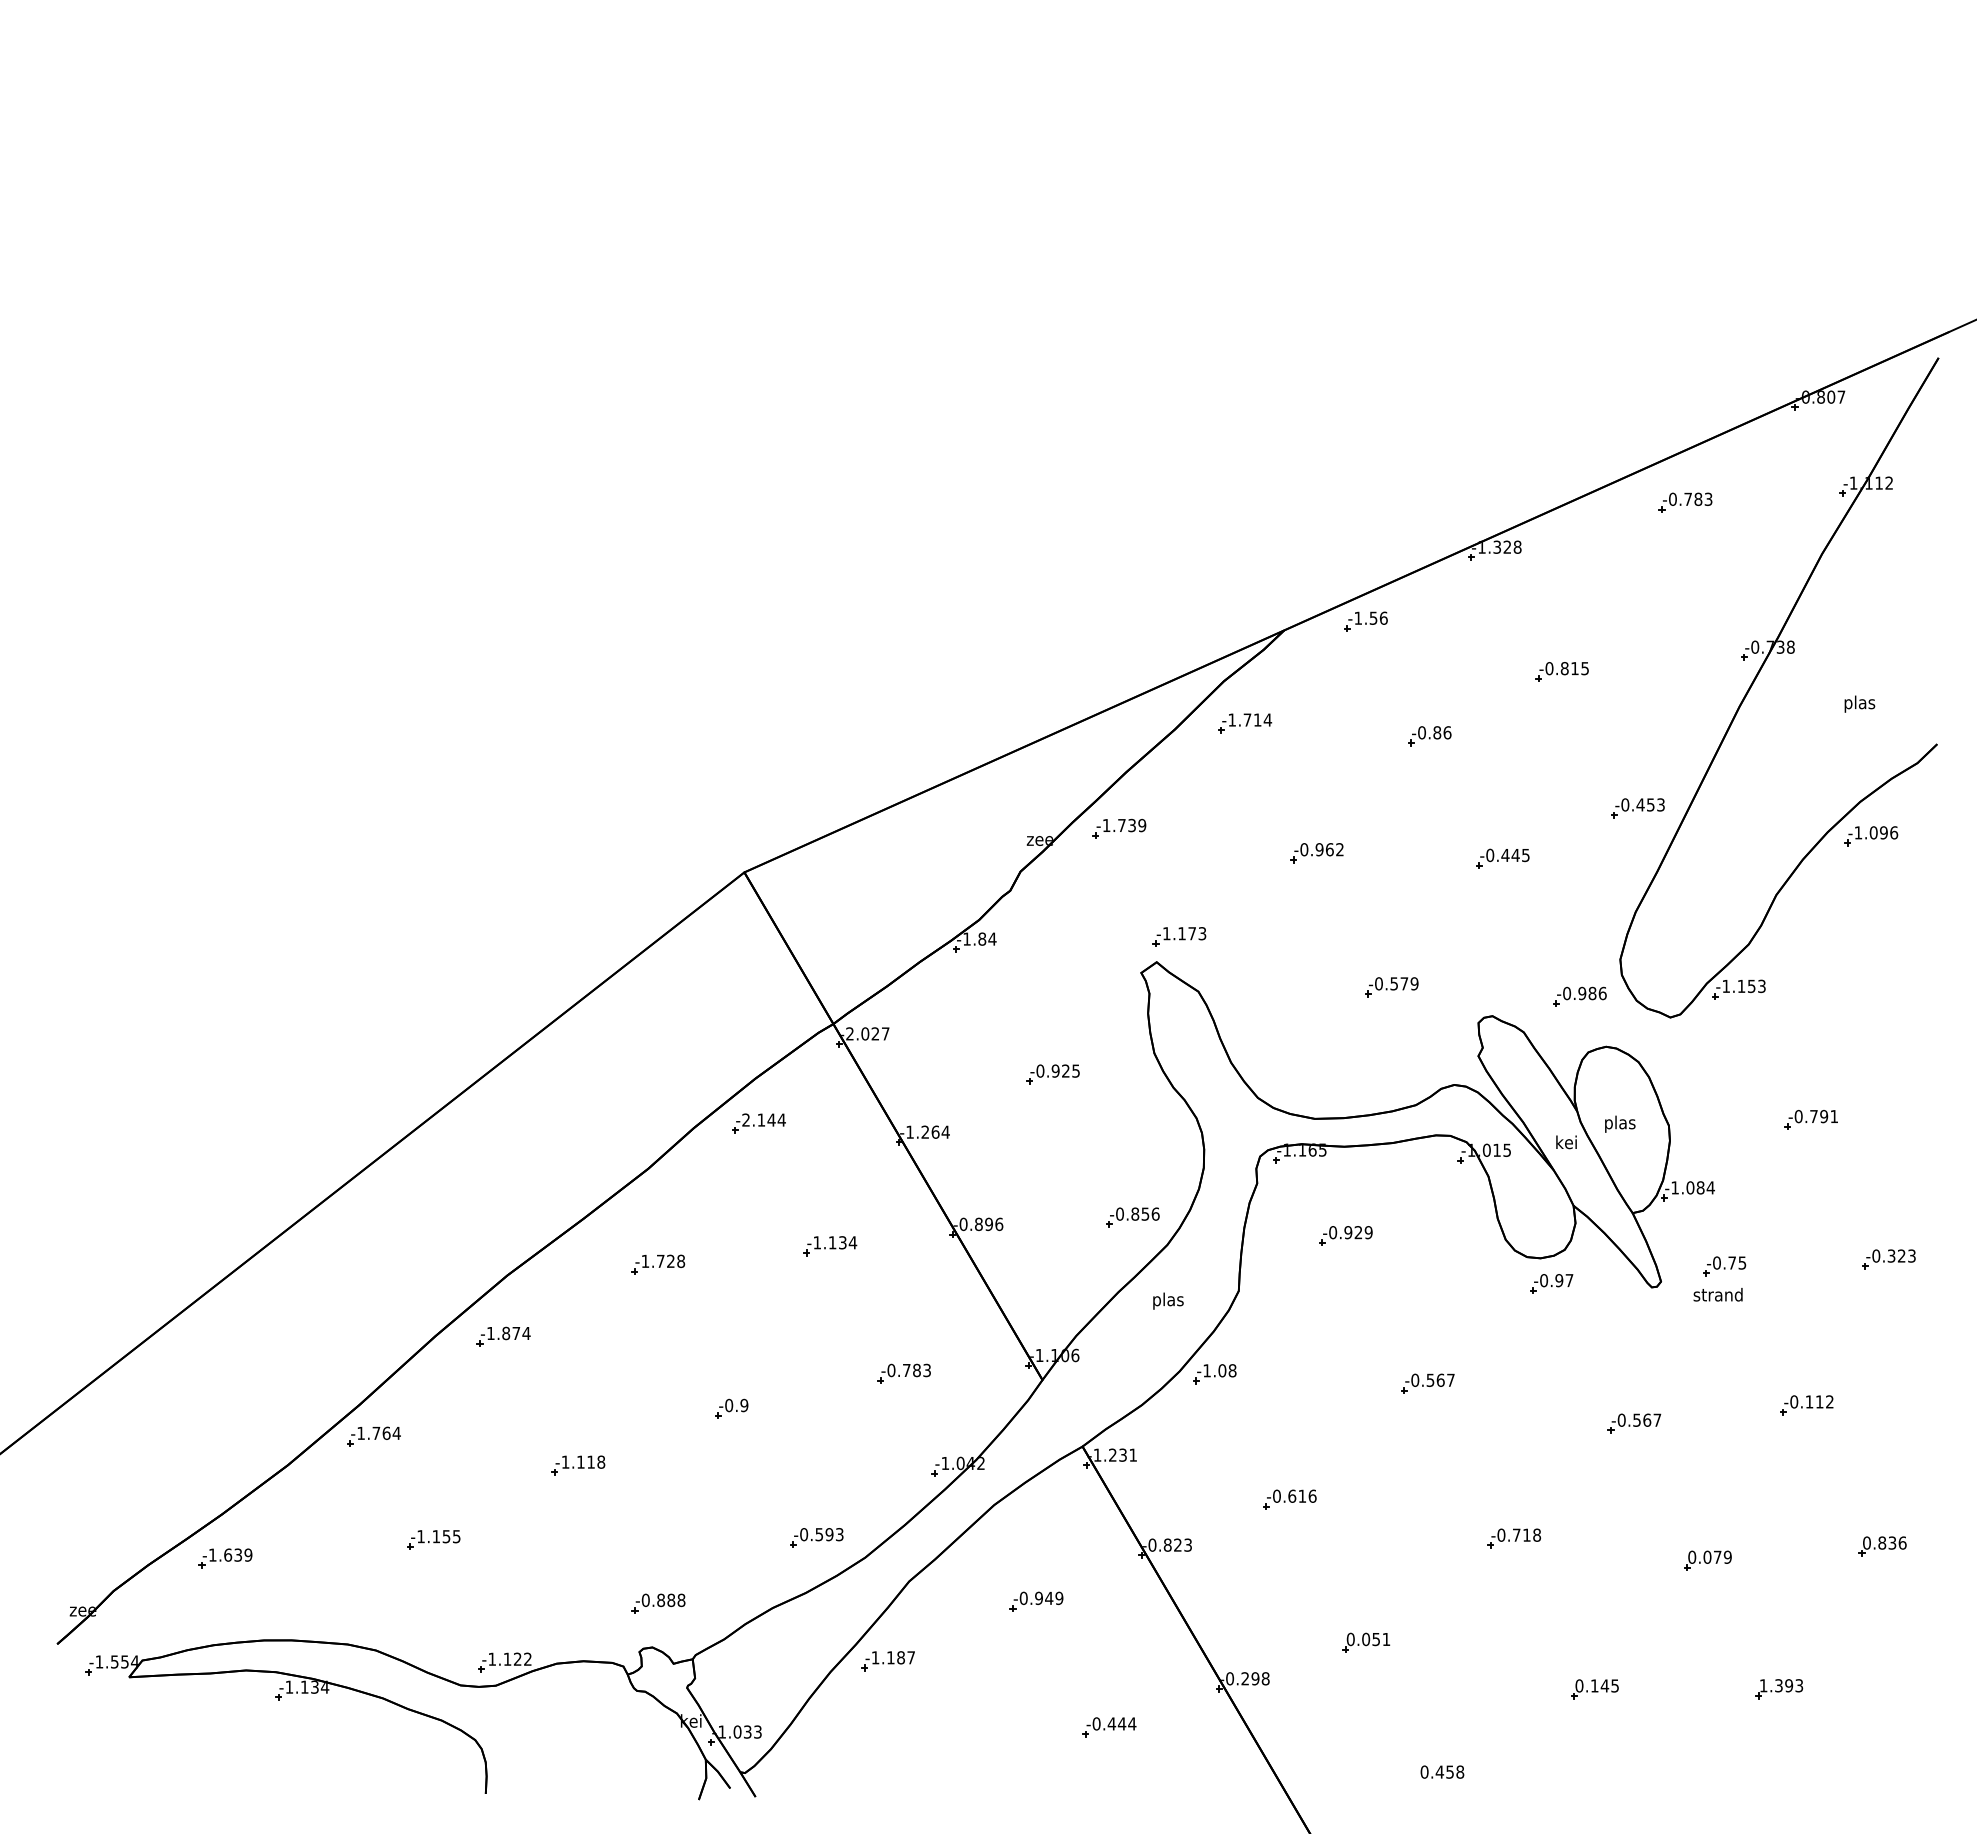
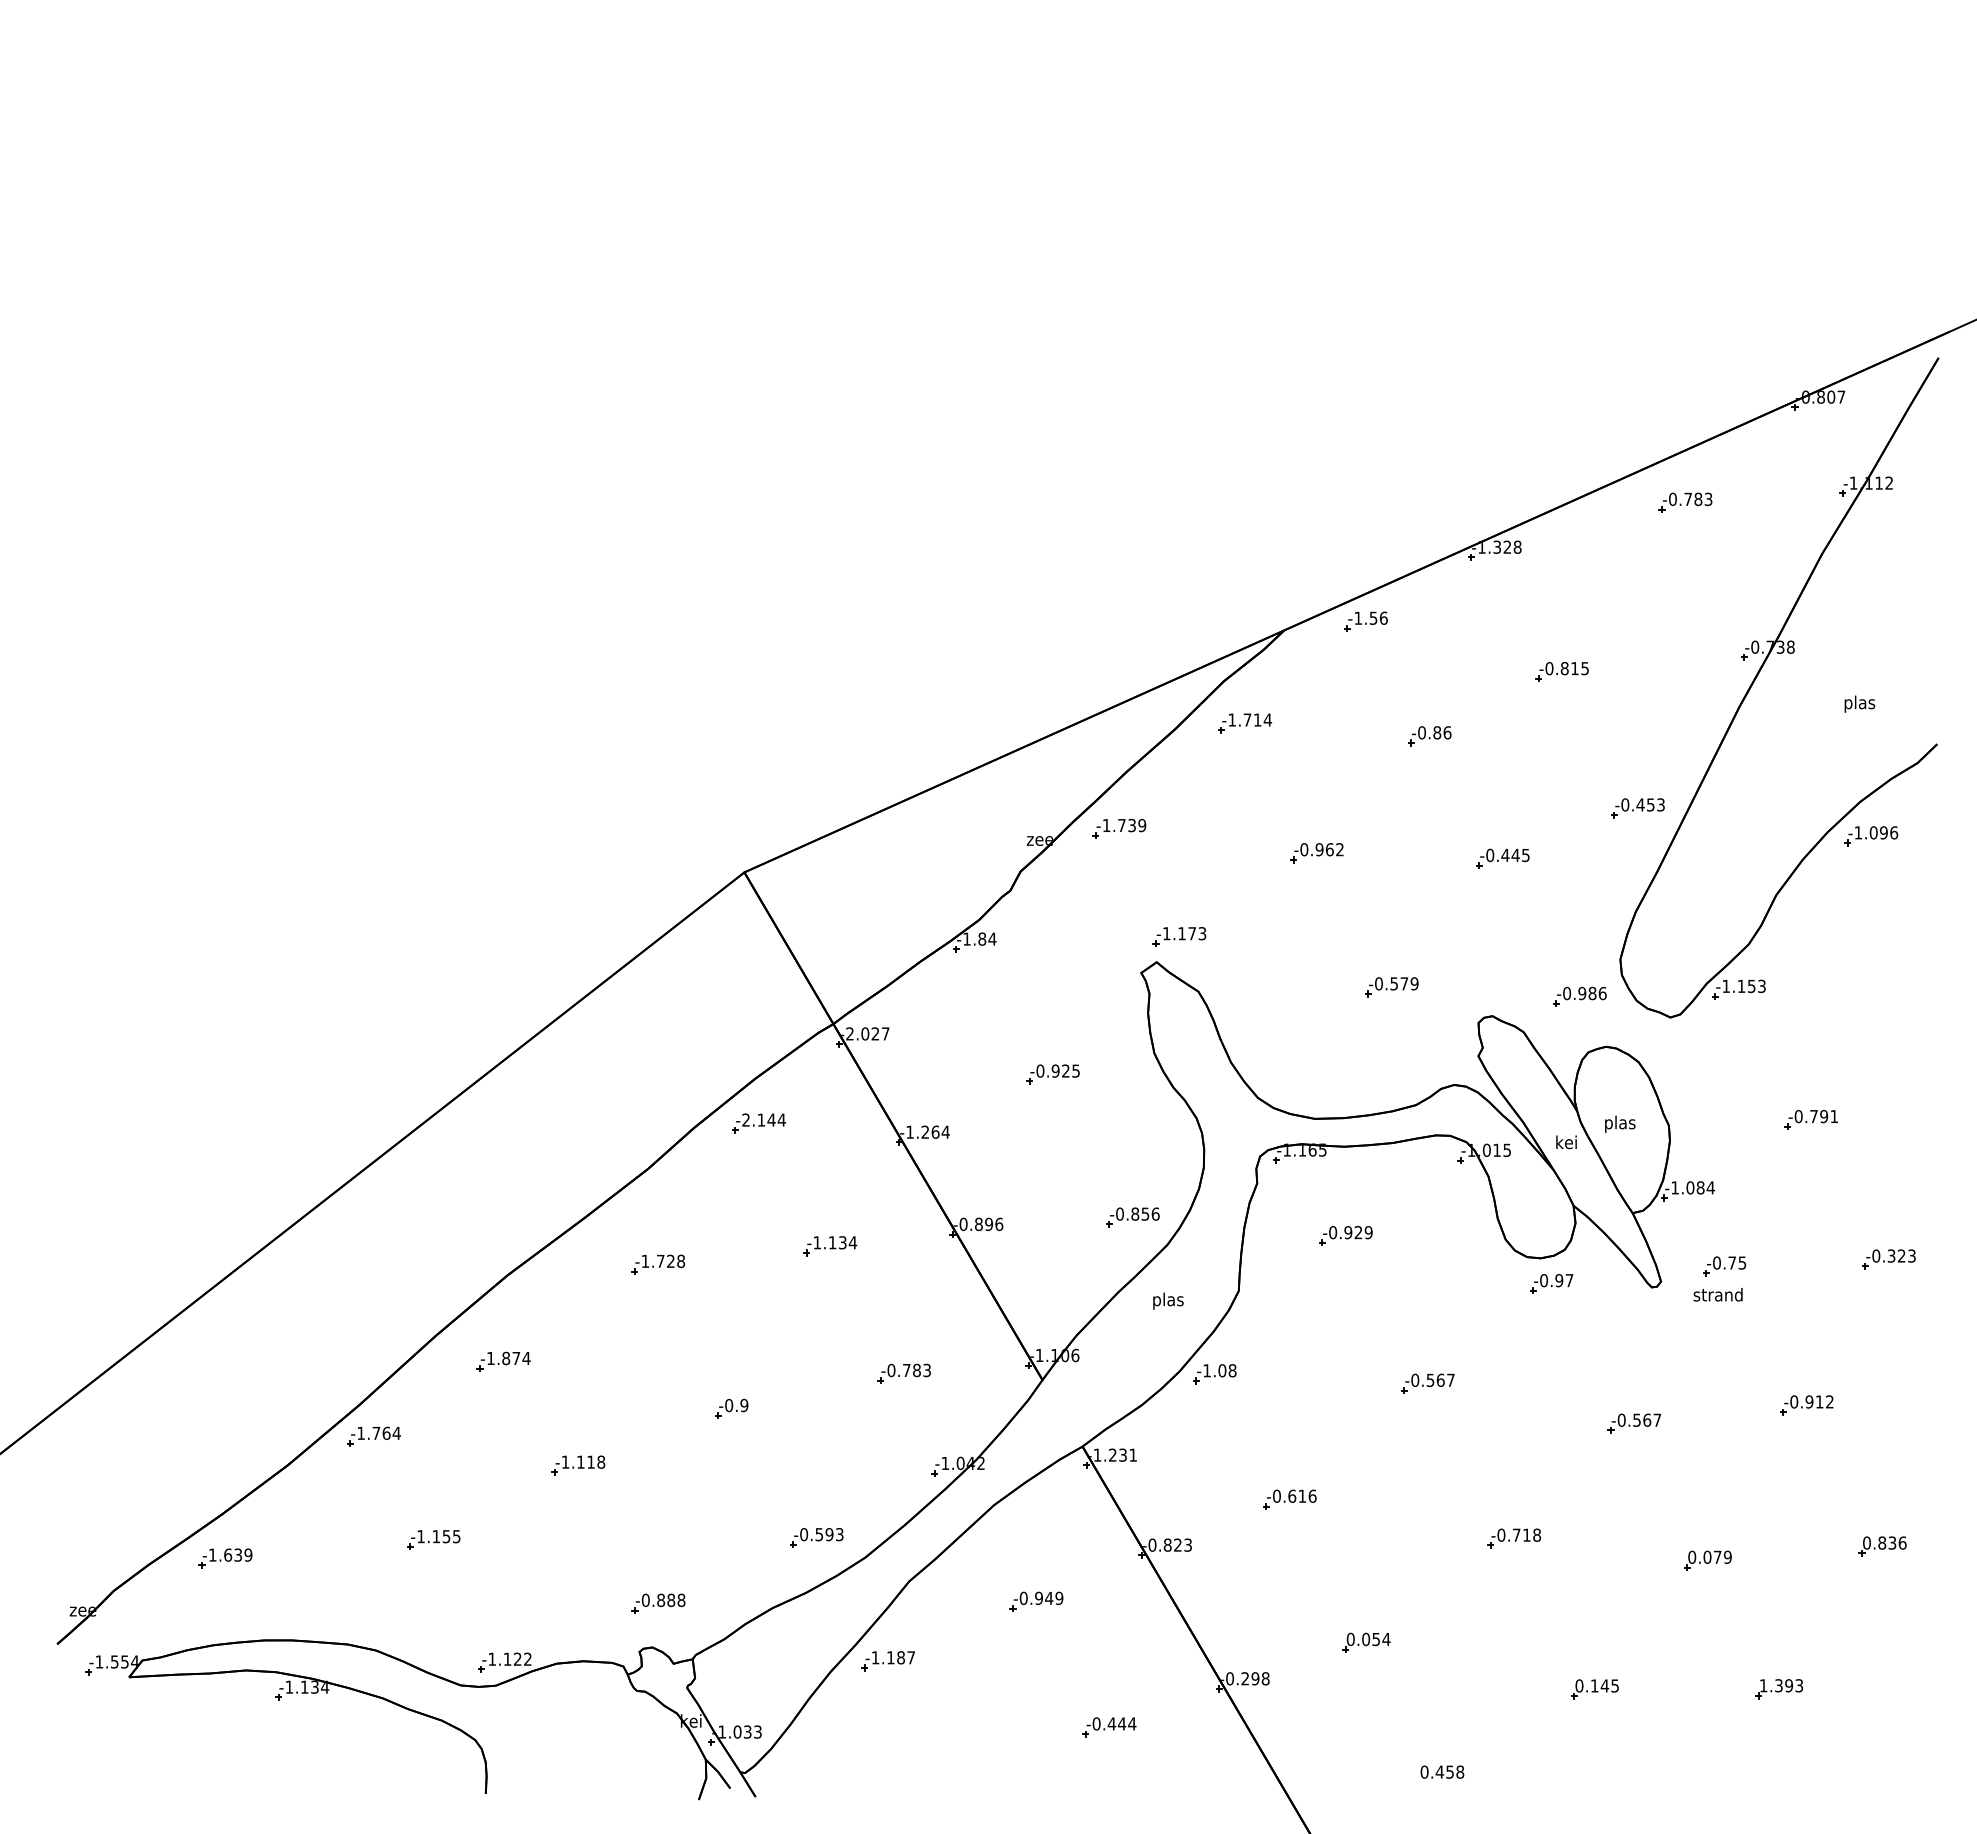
part at (503, 1336) position: (503, 1336) -> (503, 1361)
text at (1809, 1401): -0.112 -> -0.912
text at (1386, 1639): 0.051 -> 0.054
